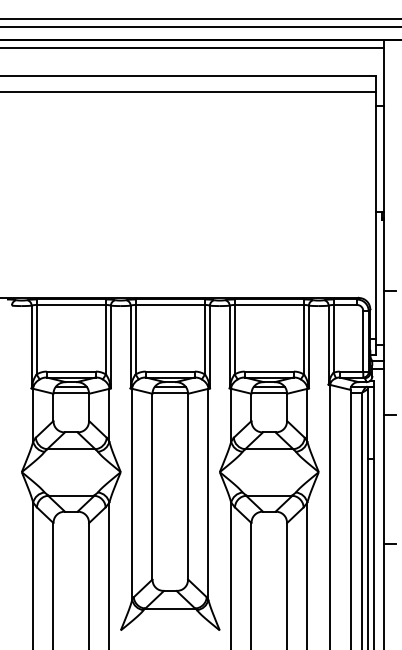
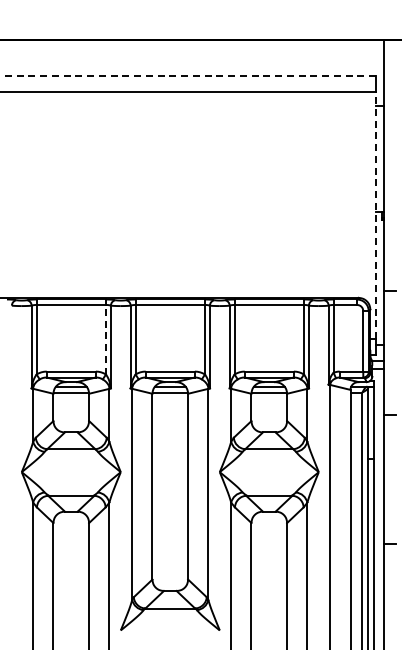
line at (200, 19): present -> none
line at (200, 27): present -> none
line at (193, 48): present -> none
line at (188, 75): solid -> dashed
line at (376, 215): solid -> dashed
line at (105, 339): solid -> dashed
